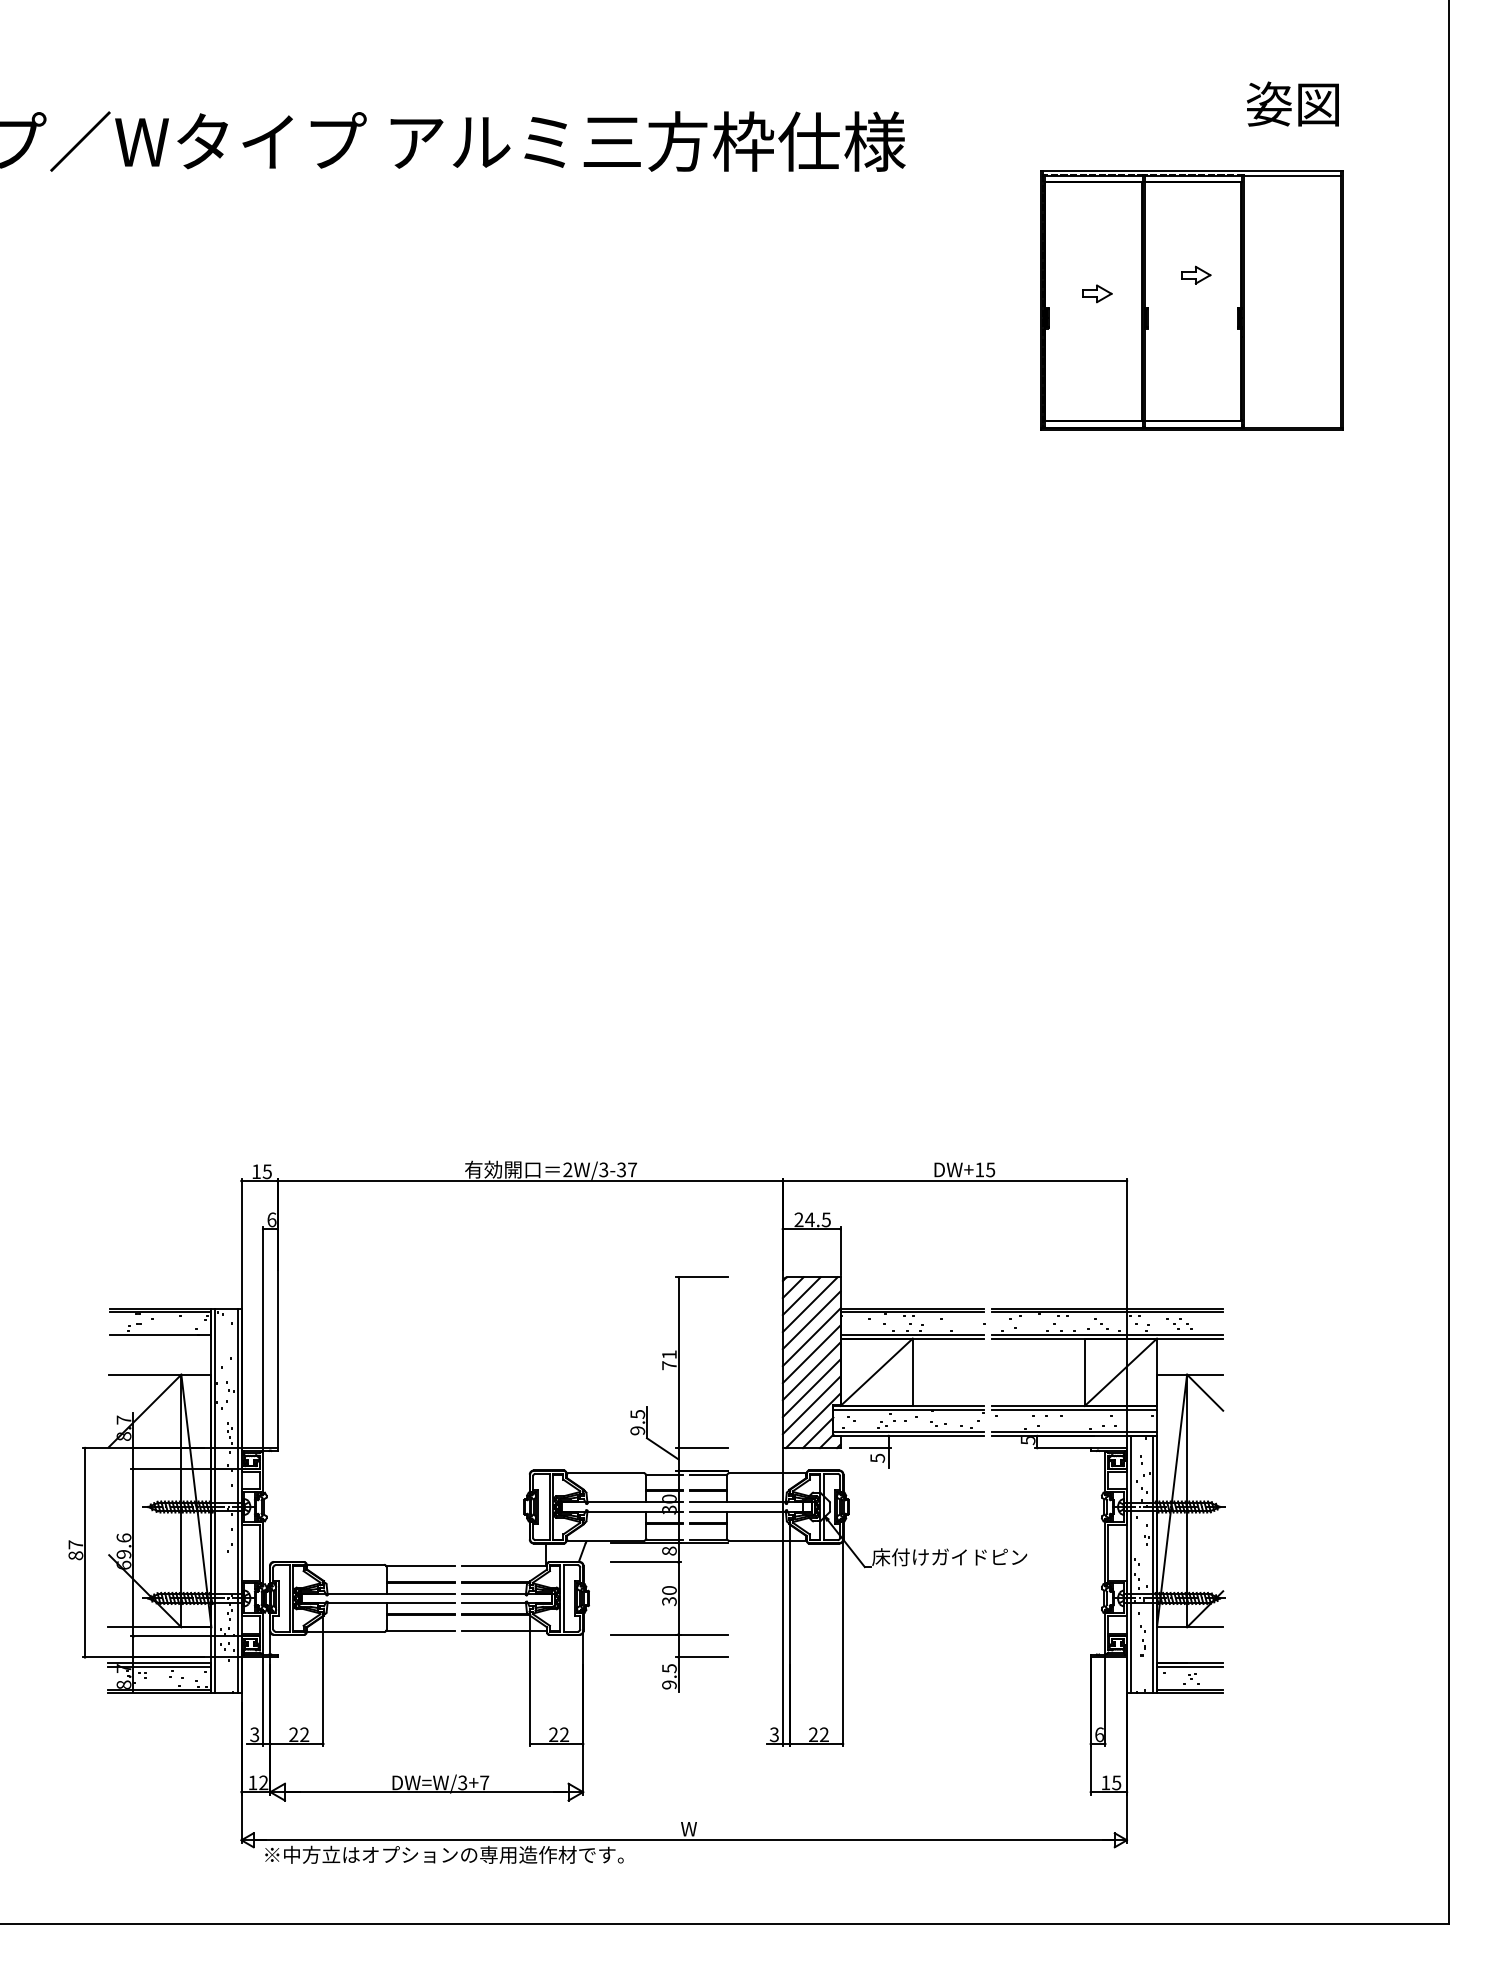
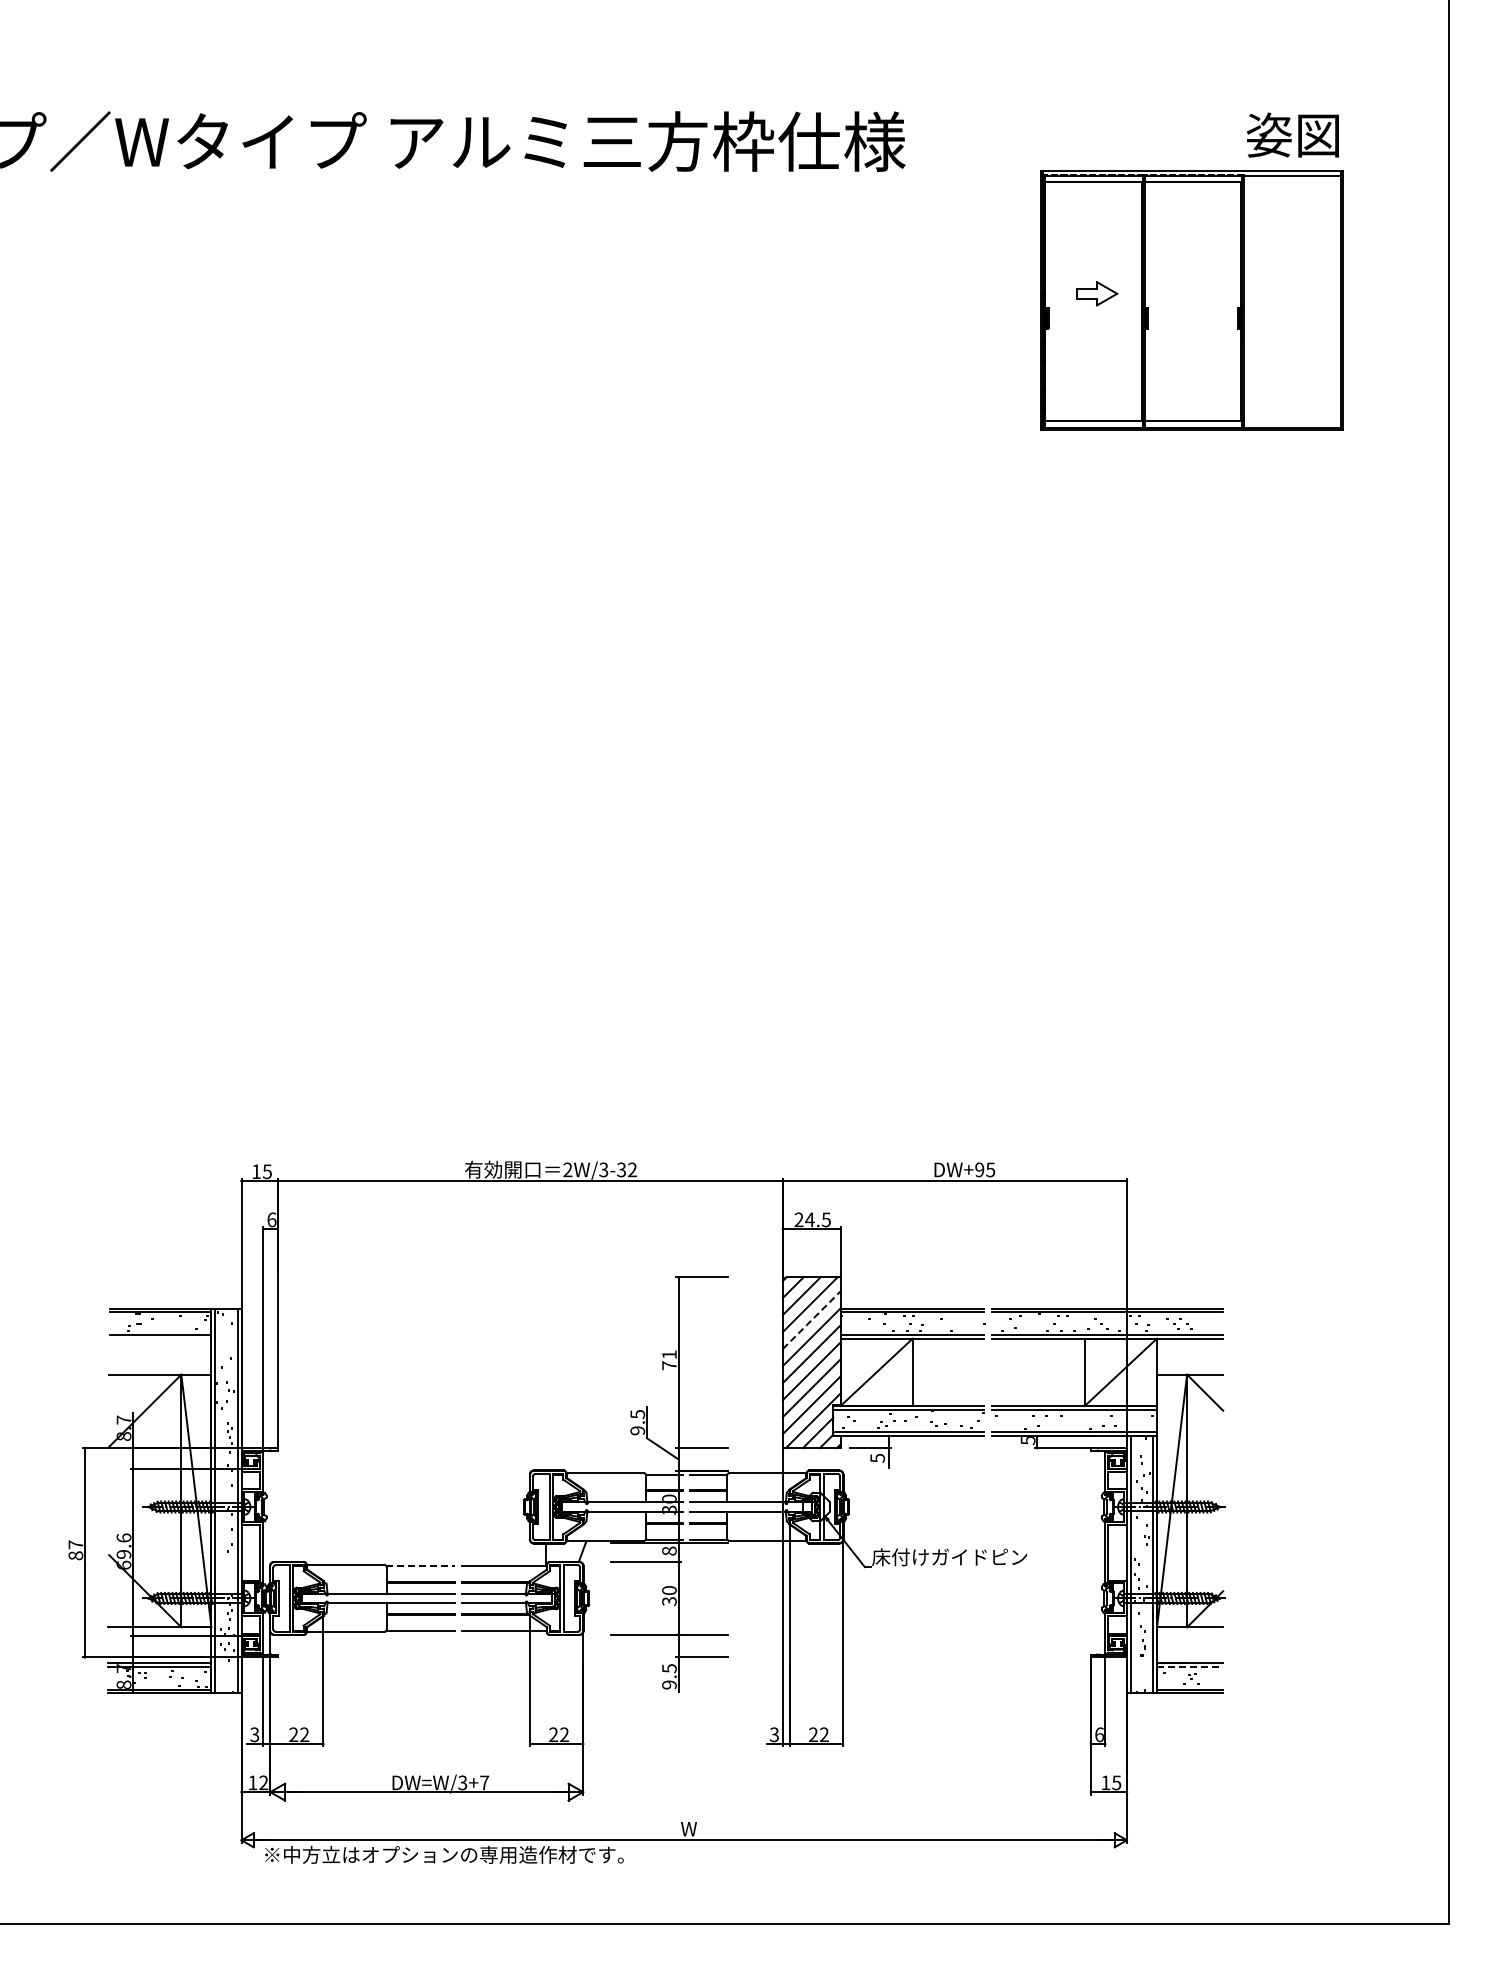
text at (1292, 103) position: (1292, 103) -> (1292, 134)
part at (1196, 274): present -> none
part at (1097, 293) size: 31x20 px -> 43x26 px
text at (632, 1169): 2W/3-37 -> 2W/3-32
text at (979, 1169): DW+15 -> DW+95
line at (811, 1320): solid -> dashed
line at (421, 1565): solid -> dashed
line at (1190, 1667): solid -> dashed
